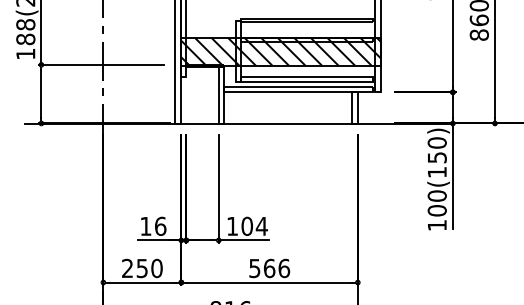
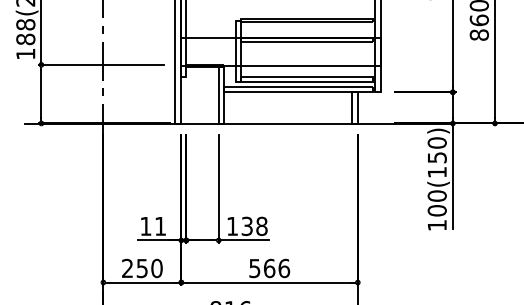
hatch at (280, 51): present -> none
text at (160, 225): 16 -> 11
text at (254, 225): 104 -> 138
